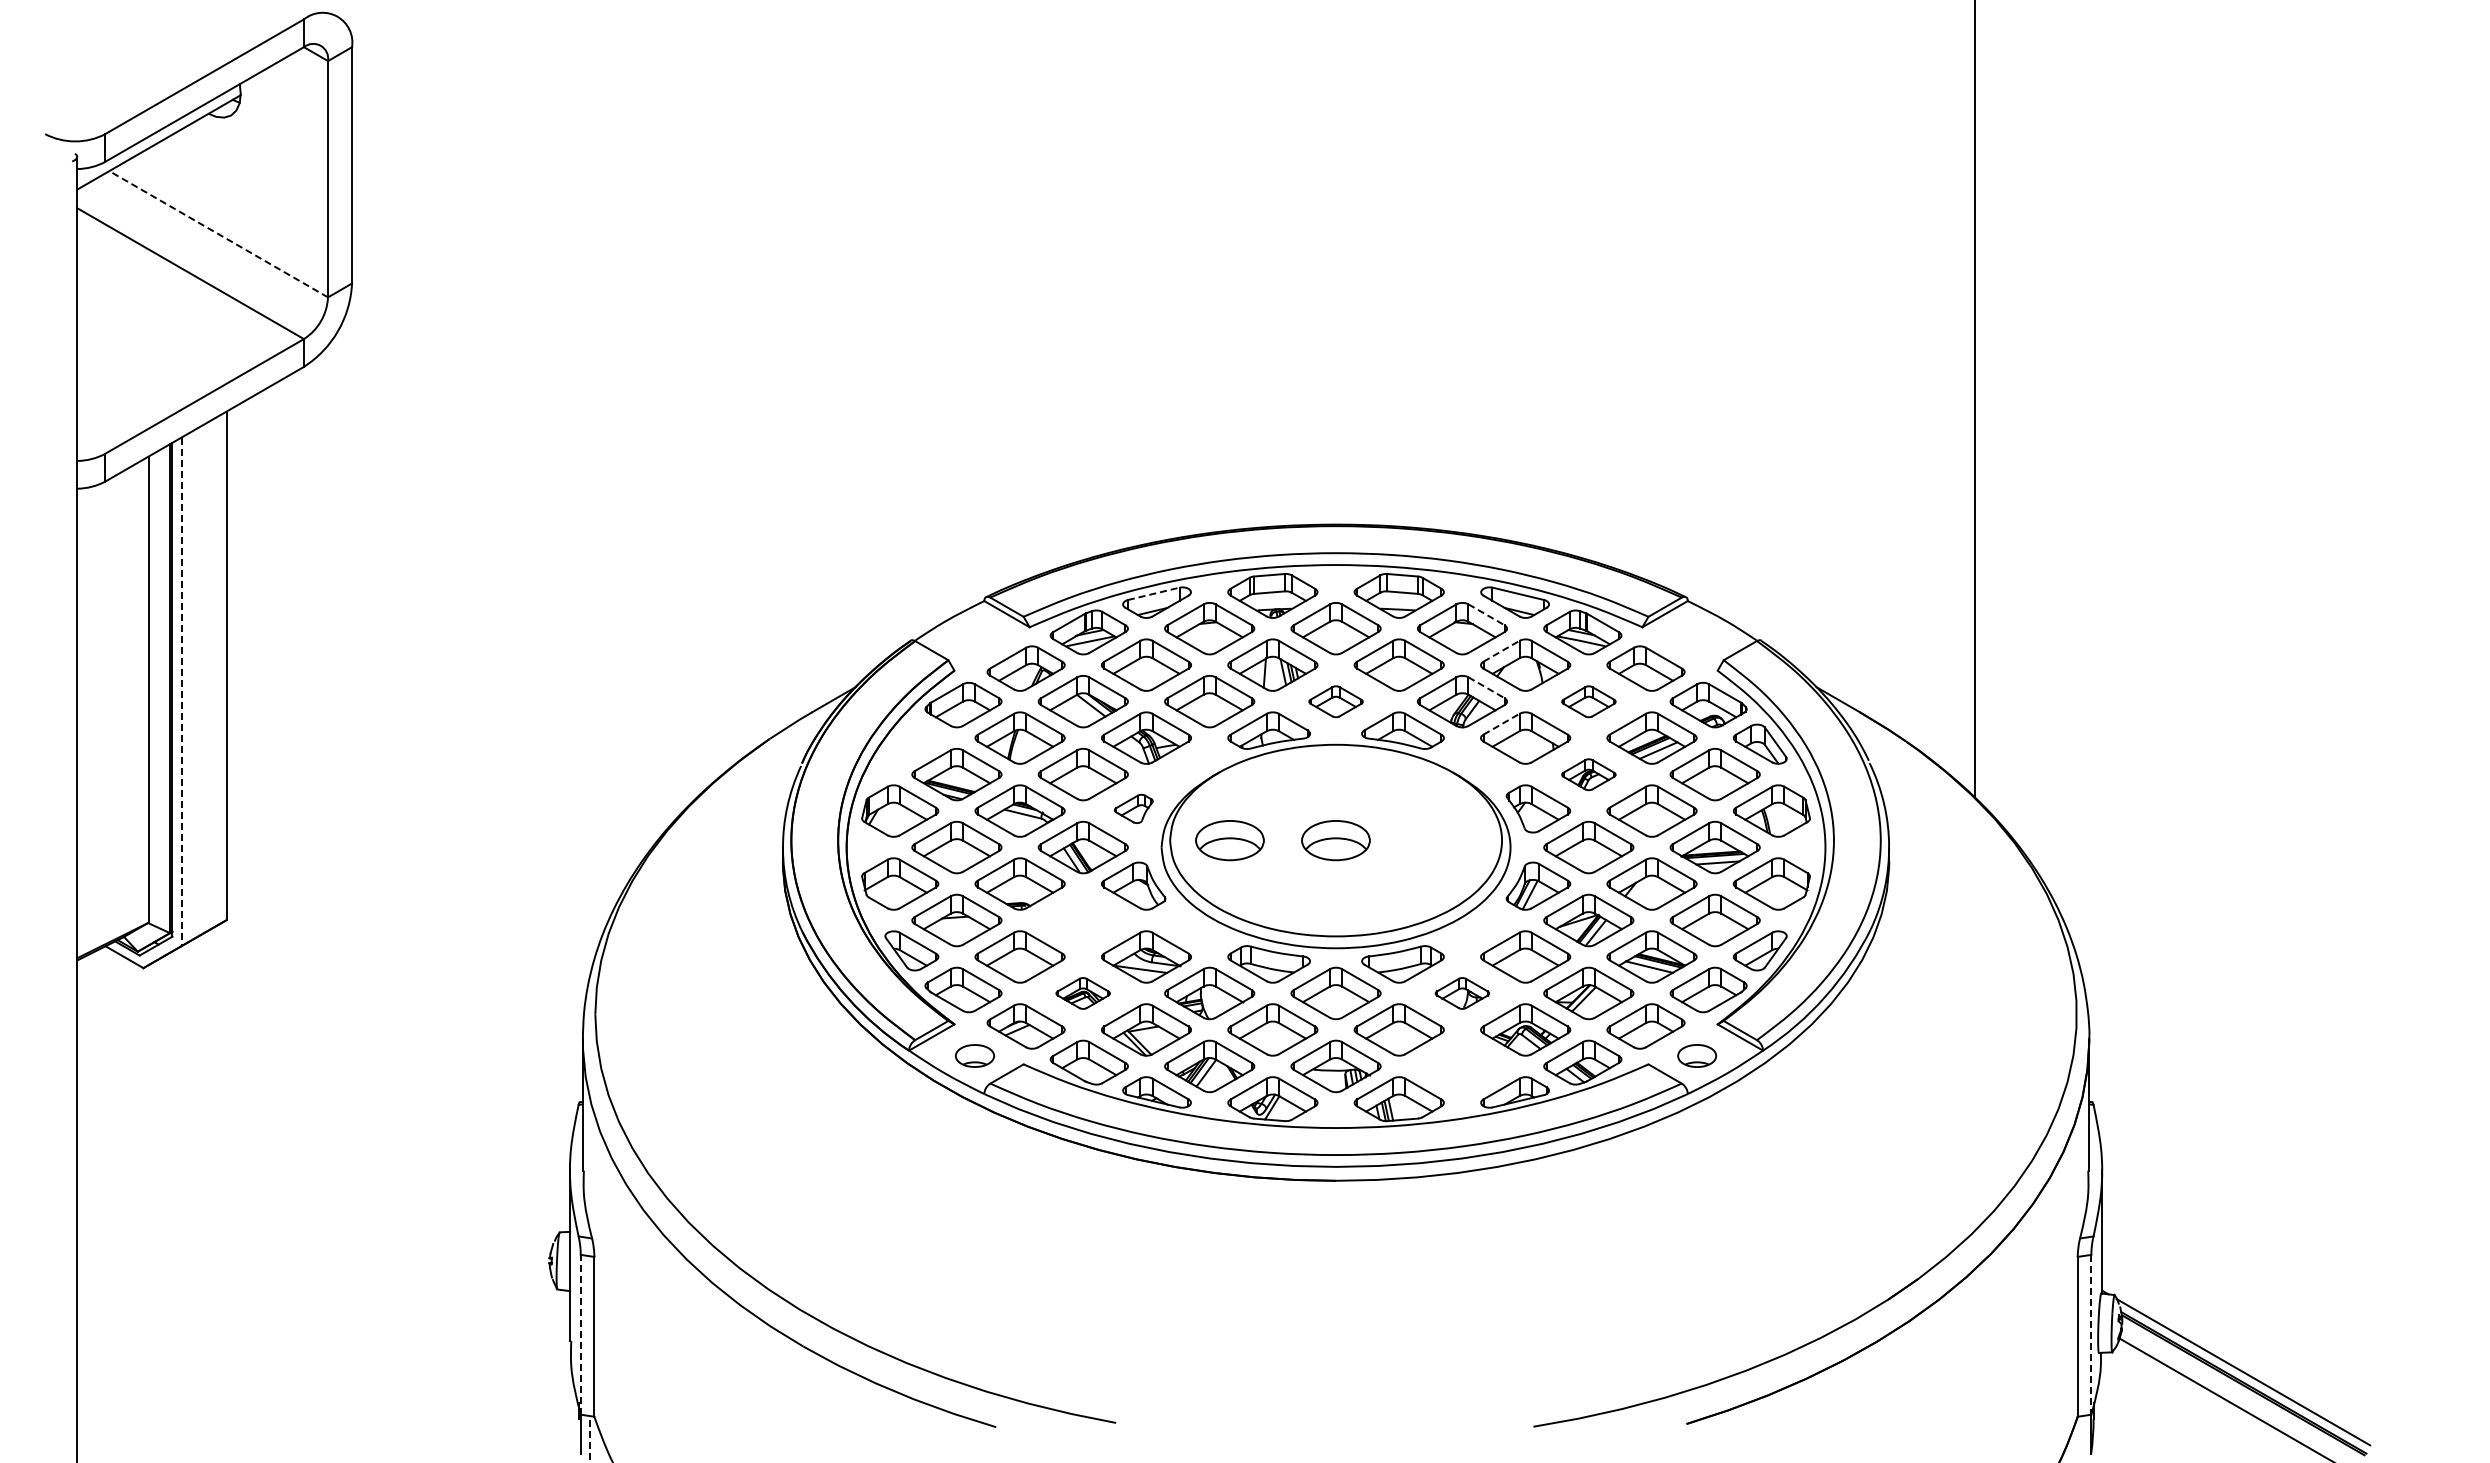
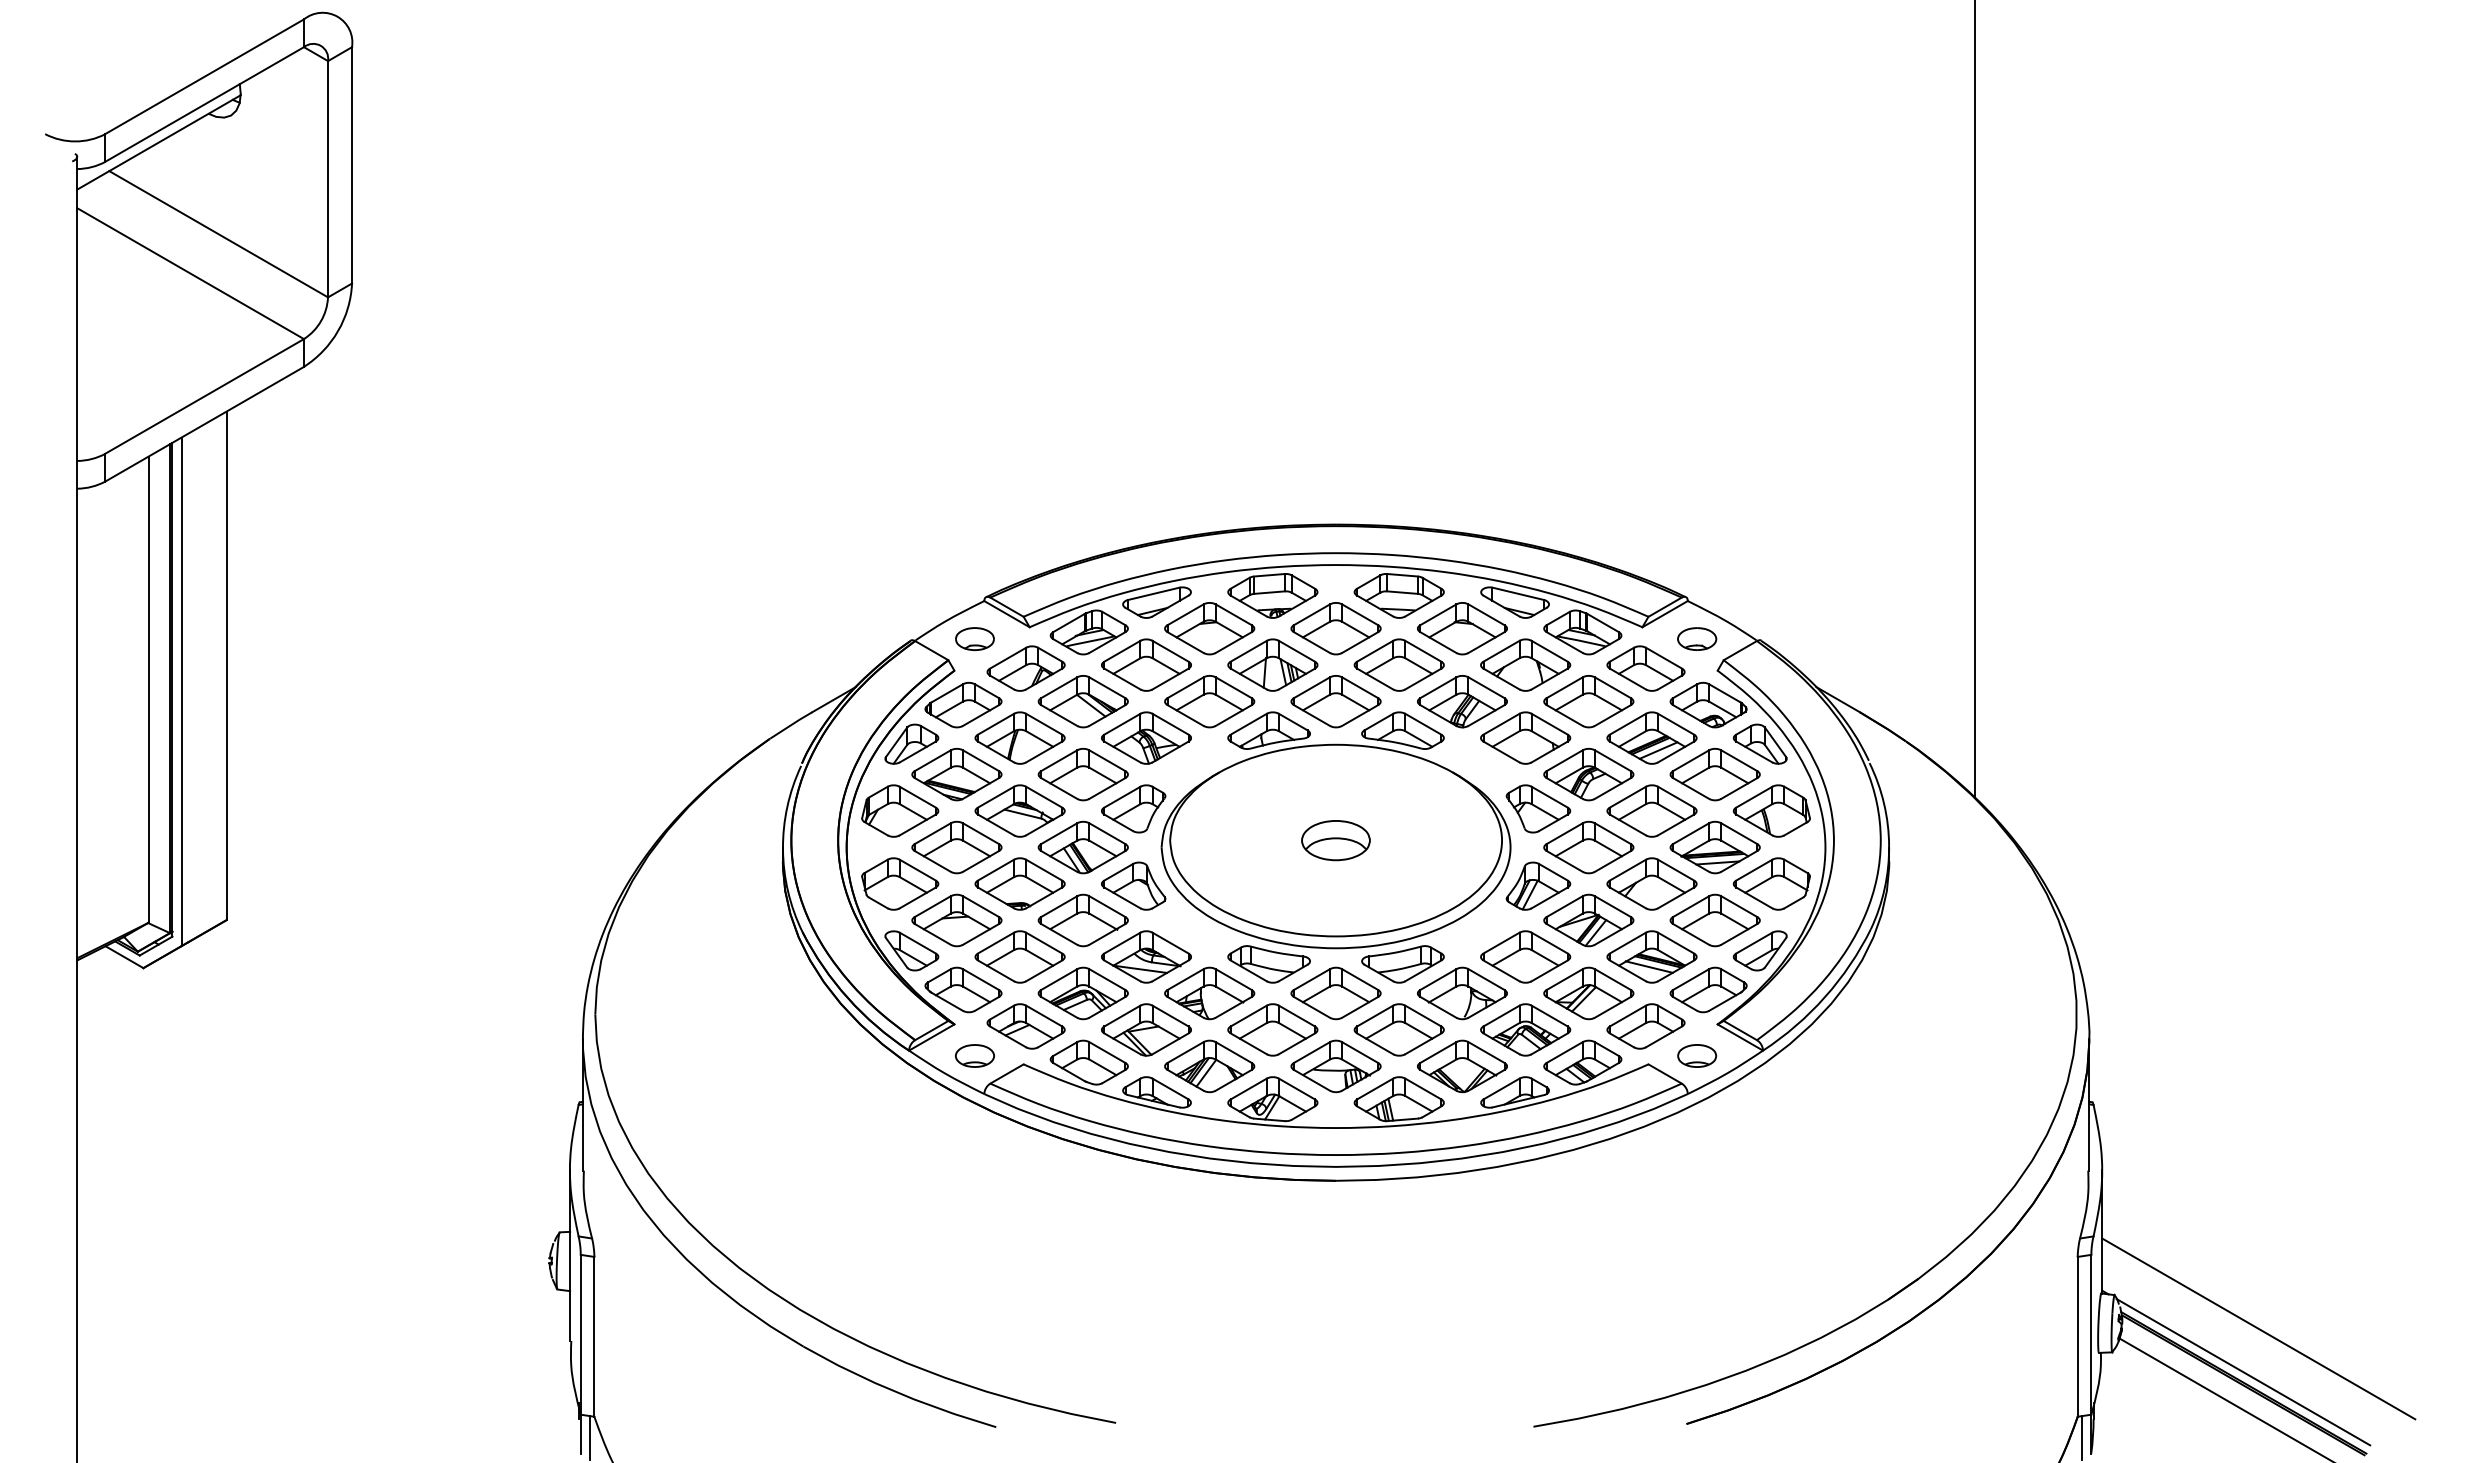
line at (218, 233): dashed -> solid
line at (1153, 593): dashed -> solid
line at (1486, 614): dashed -> solid
part at (974, 638): none -> present
part at (1697, 638): none -> present
line at (1501, 651): dashed -> solid
line at (1486, 687): dashed -> solid
line at (181, 692): dashed -> solid
part at (1335, 701) size: 56x34 px -> 92x54 px
part at (1588, 701) size: 56x34 px -> 92x54 px
line at (1501, 724): dashed -> solid
part at (911, 743): none -> present
part at (1588, 774) size: 56x34 px -> 92x54 px
part at (1133, 808) size: 41x31 px -> 66x50 px
part at (1229, 840): present -> none
part at (1082, 920): none -> present
part at (1082, 993) size: 56x33 px -> 92x55 px
part at (1462, 993) size: 57x33 px -> 91x55 px
part at (1462, 1066): none -> present
line at (2258, 1328): none -> present
line at (580, 1334): dashed -> solid
line at (2091, 1334): dashed -> solid
line at (590, 1437): dashed -> solid
line at (2081, 1437): none -> present
